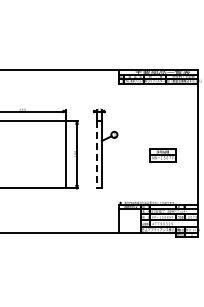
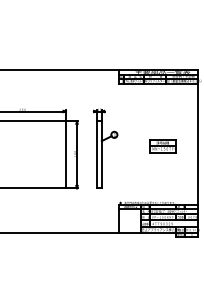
line at (96, 155): dashed -> solid
part at (162, 155) position: (162, 155) -> (162, 146)
